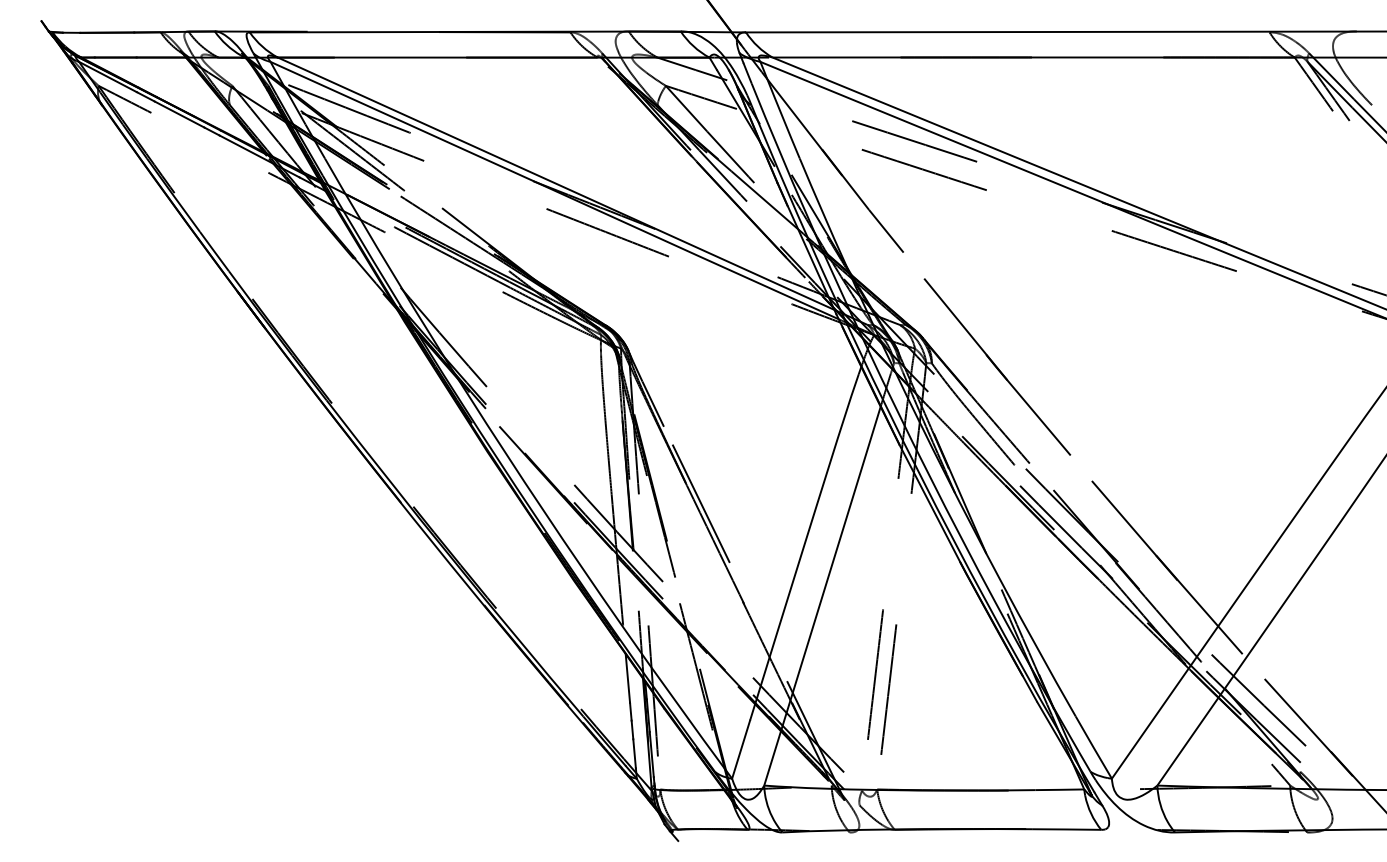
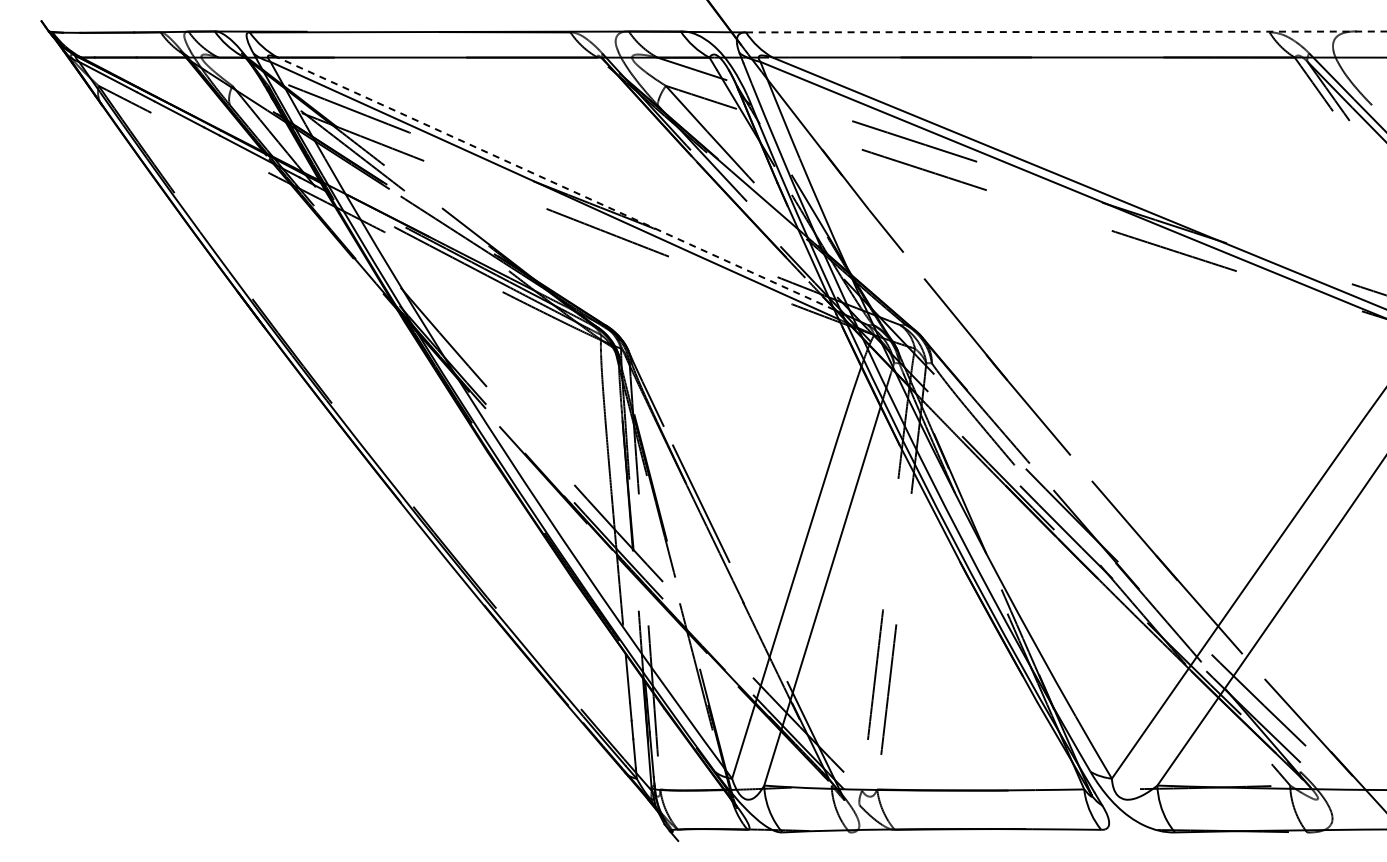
line at (1066, 31): solid -> dashed
line at (556, 183): solid -> dashed
